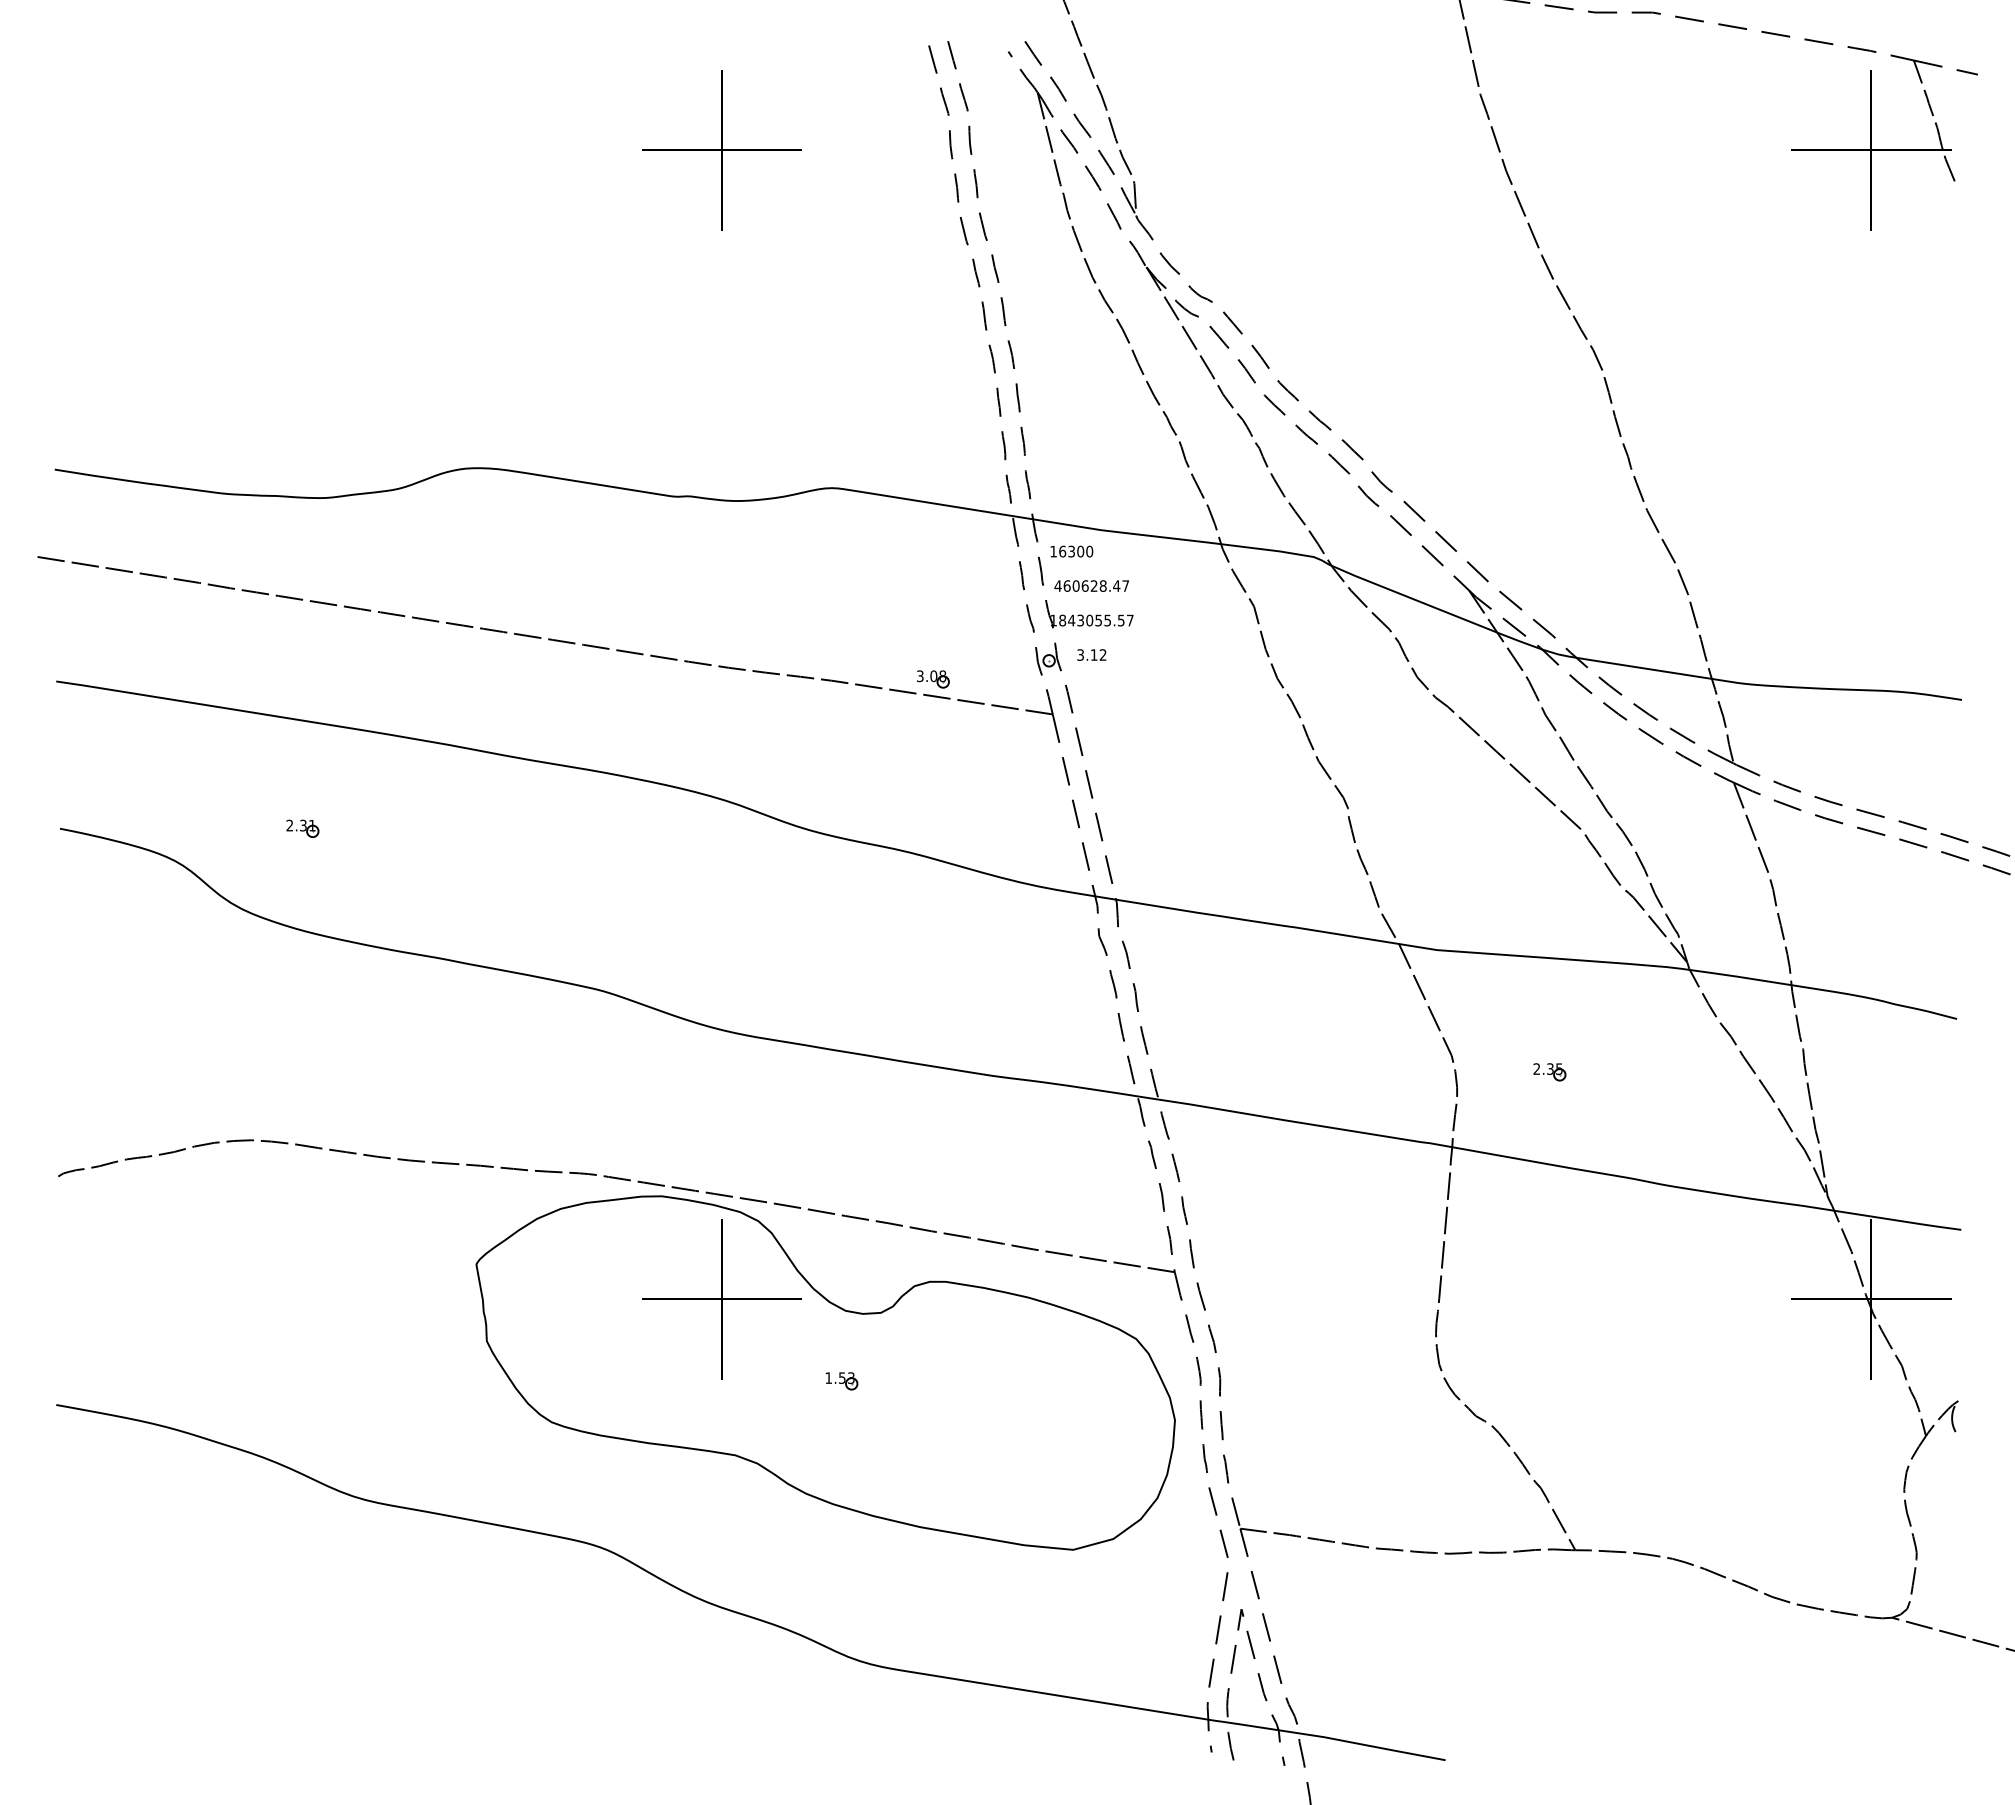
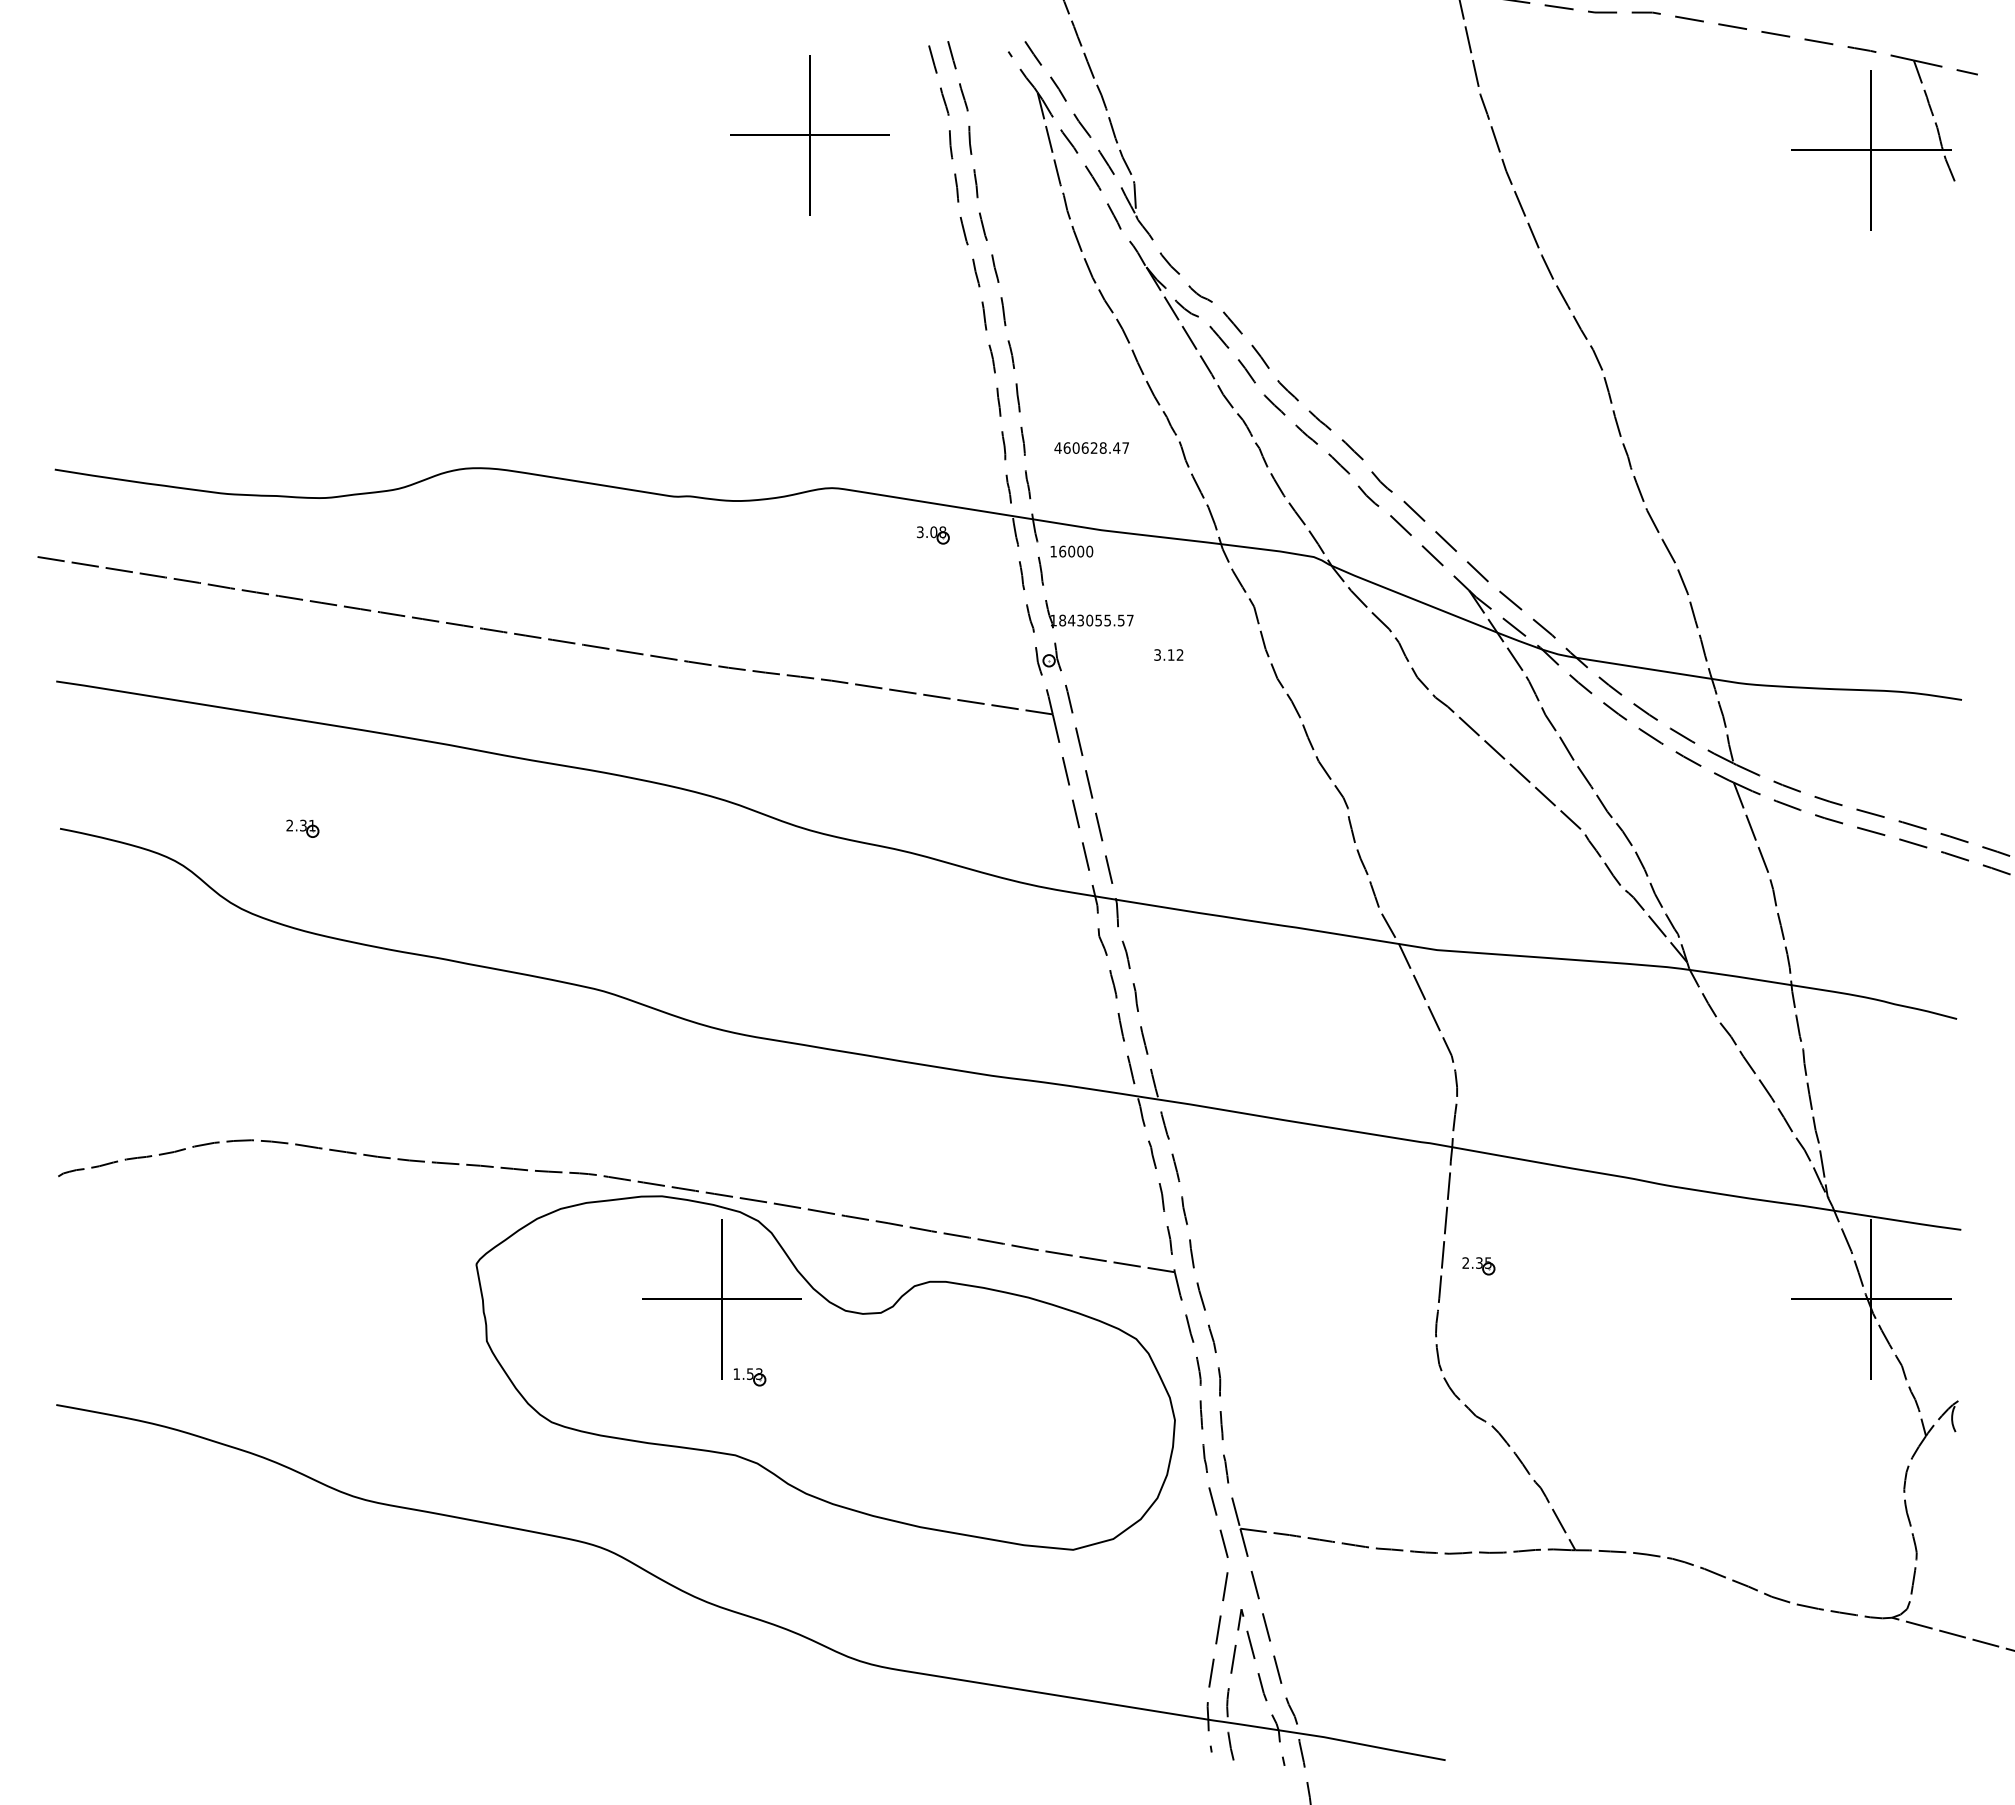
part at (721, 150) position: (721, 150) -> (809, 135)
text at (1071, 551): 16300 -> 16000
text at (1091, 585) position: (1091, 585) -> (1091, 447)
text at (1091, 654) position: (1091, 654) -> (1168, 654)
part at (933, 679) position: (933, 679) -> (933, 535)
part at (1549, 1072) position: (1549, 1072) -> (1478, 1266)
part at (841, 1381) position: (841, 1381) -> (749, 1377)
